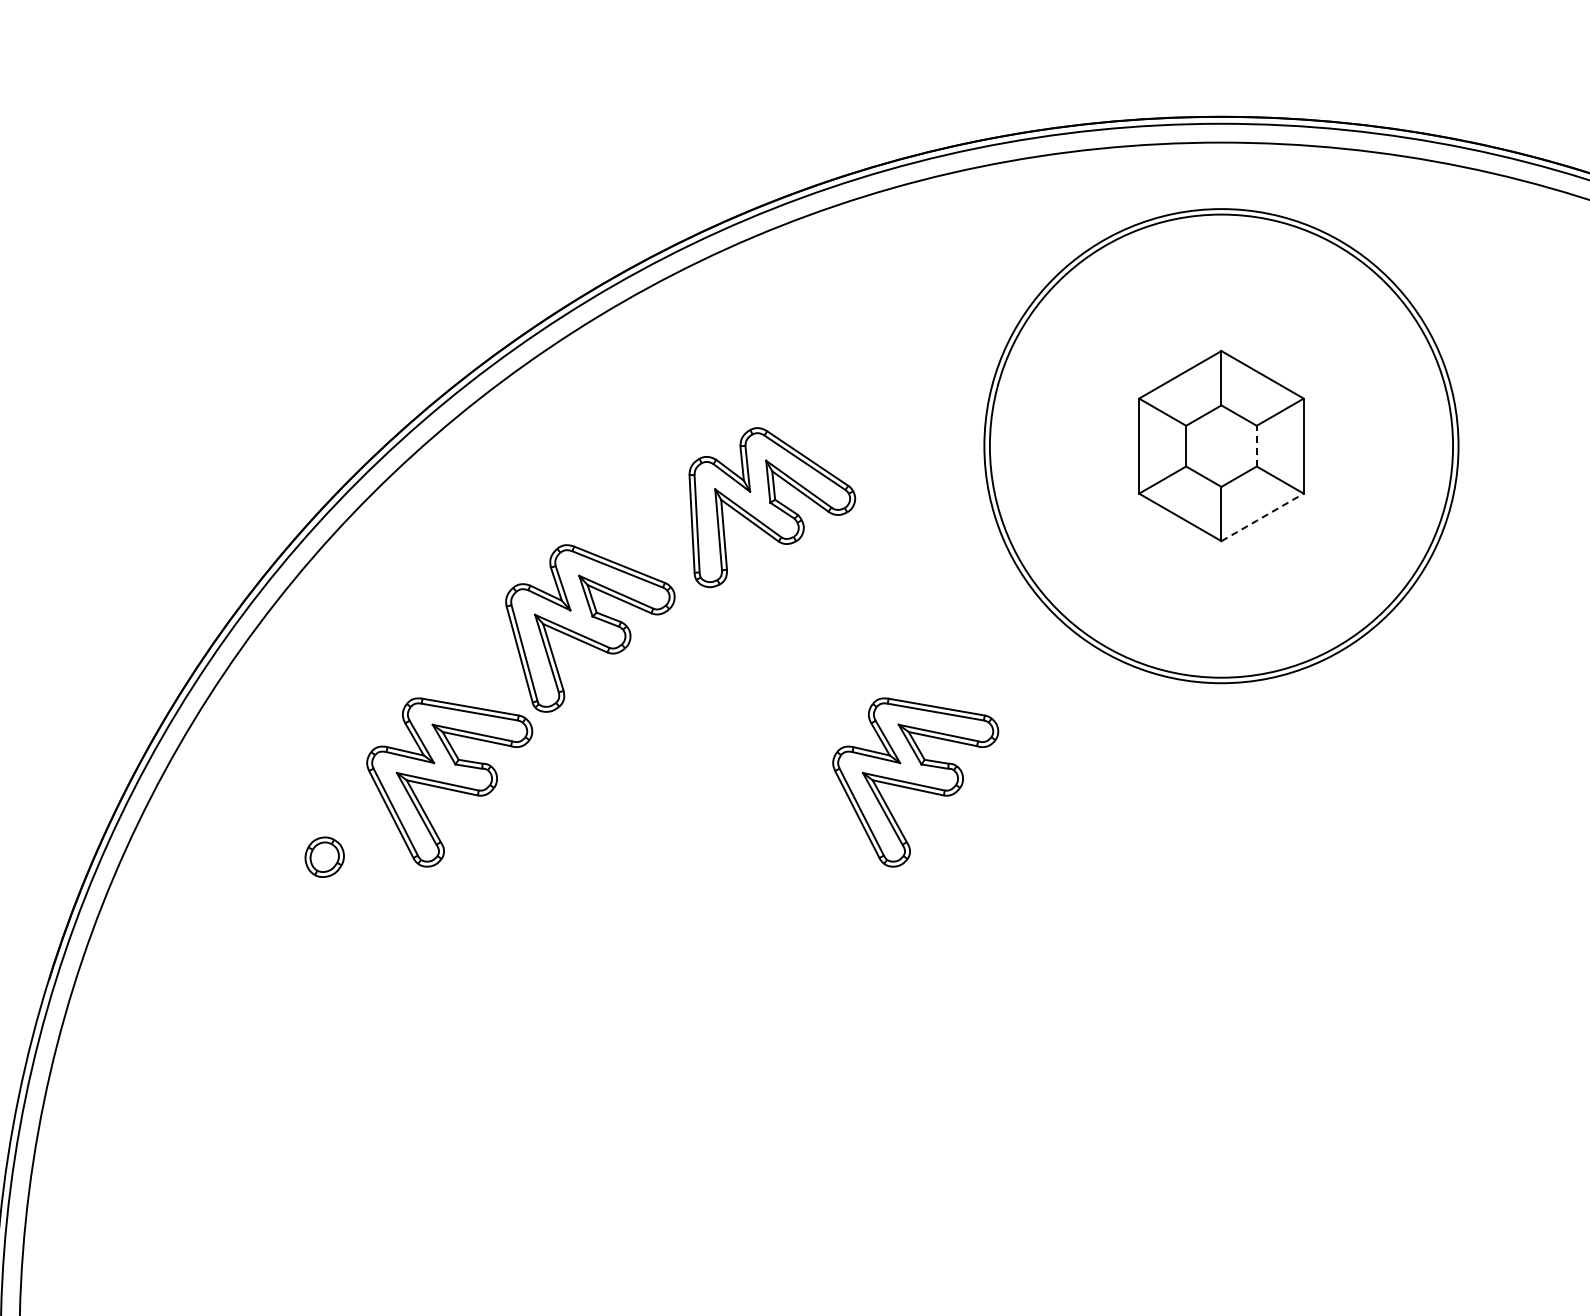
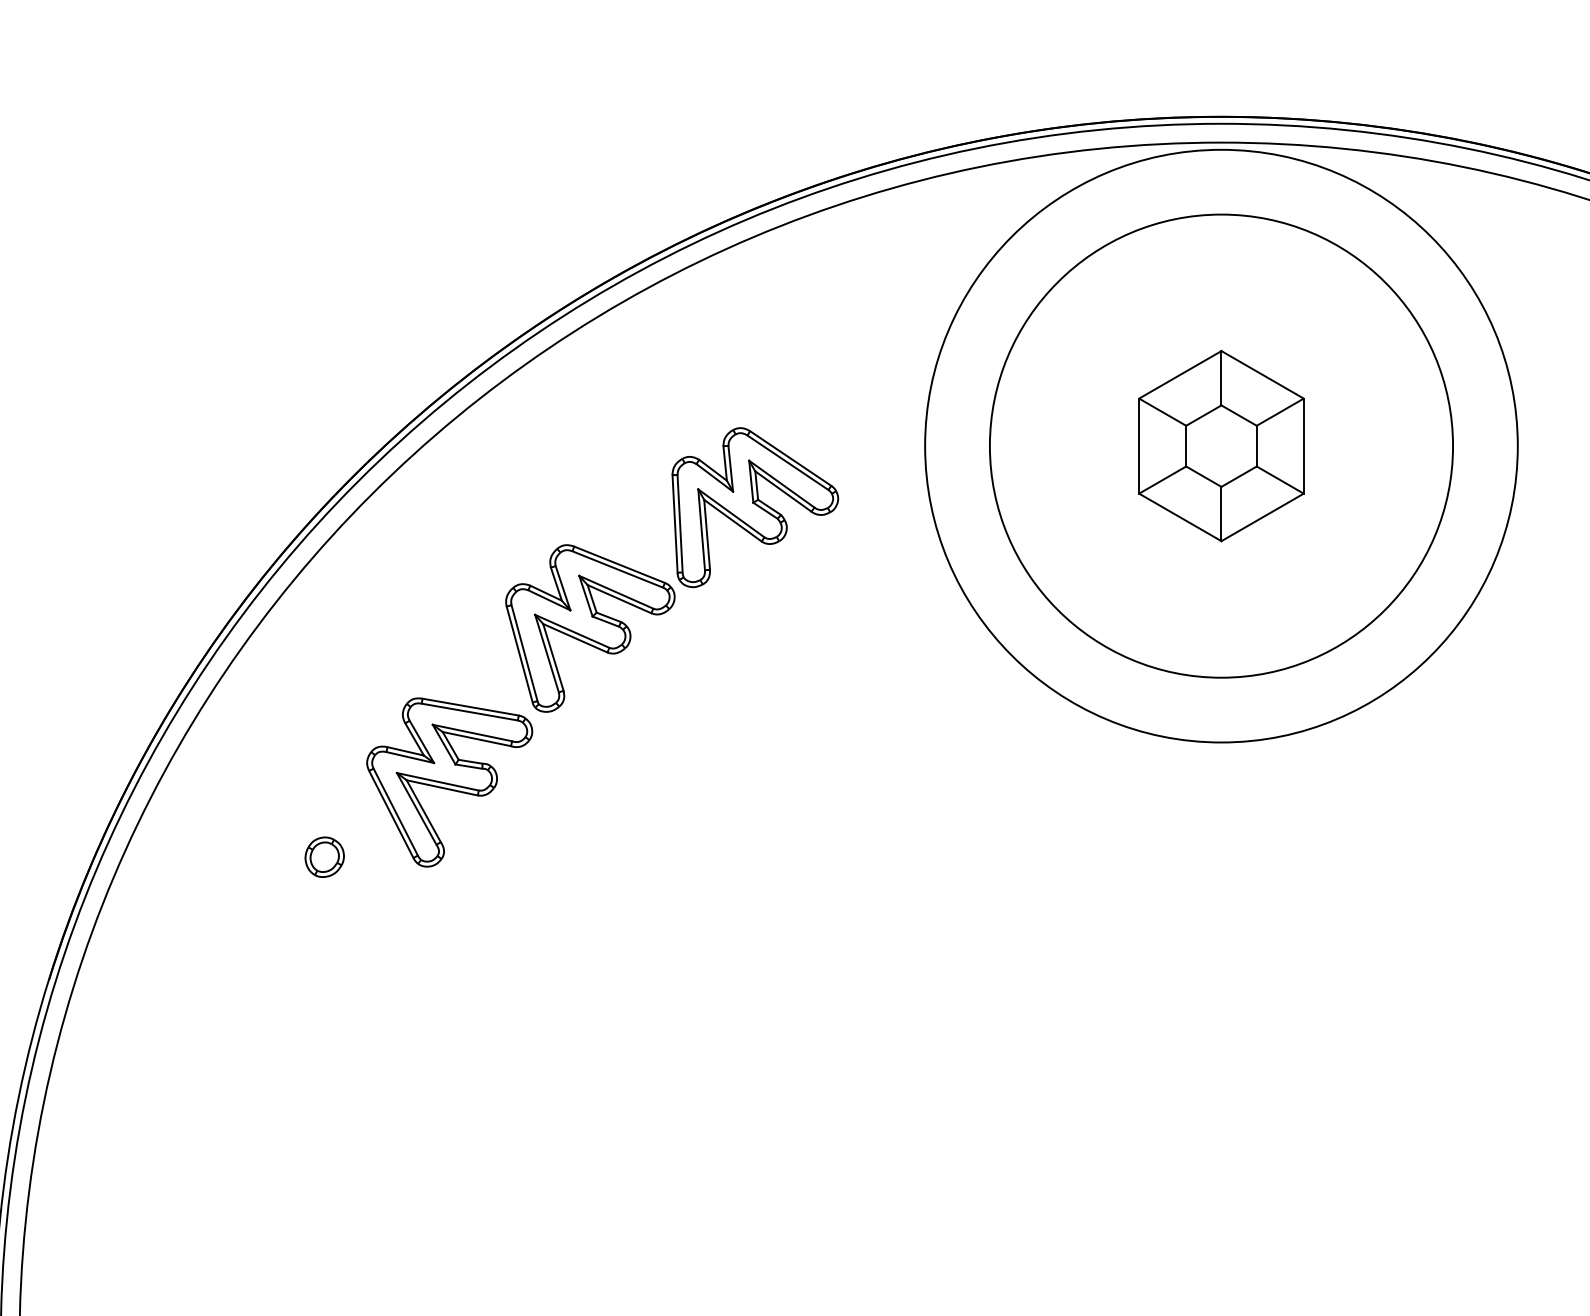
line at (1256, 445): dashed -> solid
circle at (1221, 446) diameter: 474 px -> 593 px
part at (772, 507) position: (772, 507) -> (755, 507)
line at (1262, 517): dashed -> solid
part at (915, 782): present -> none
